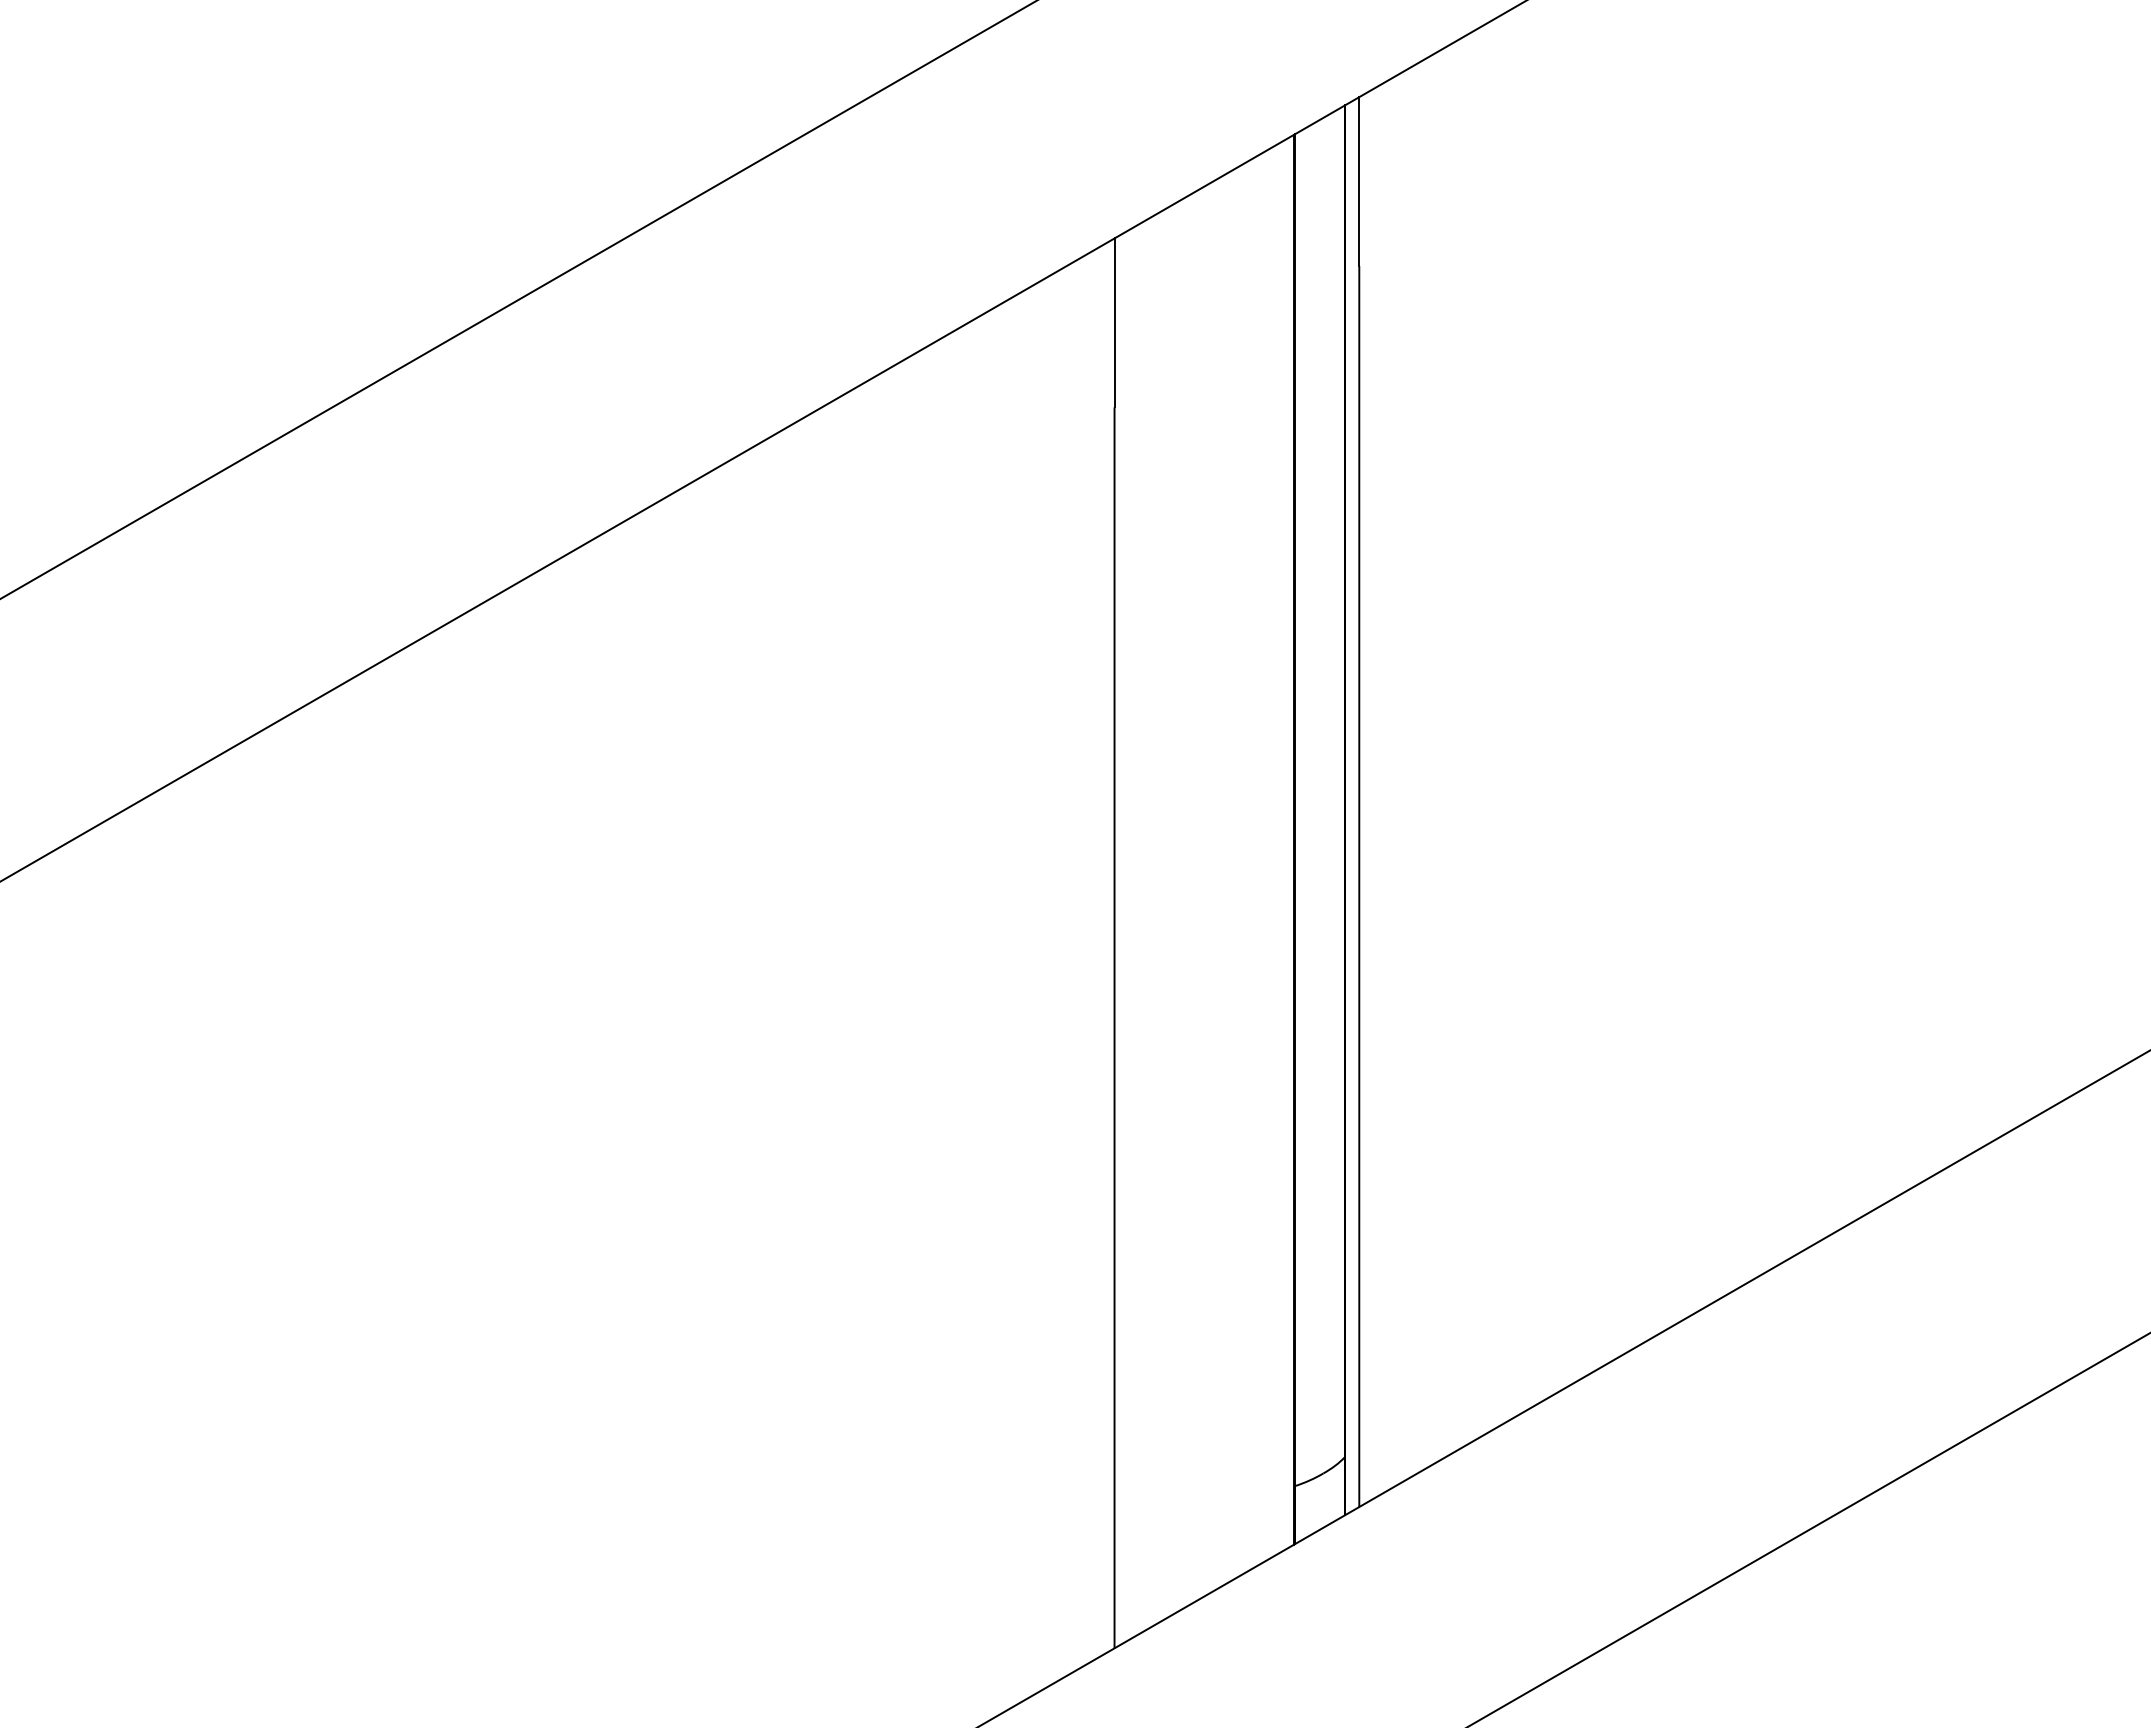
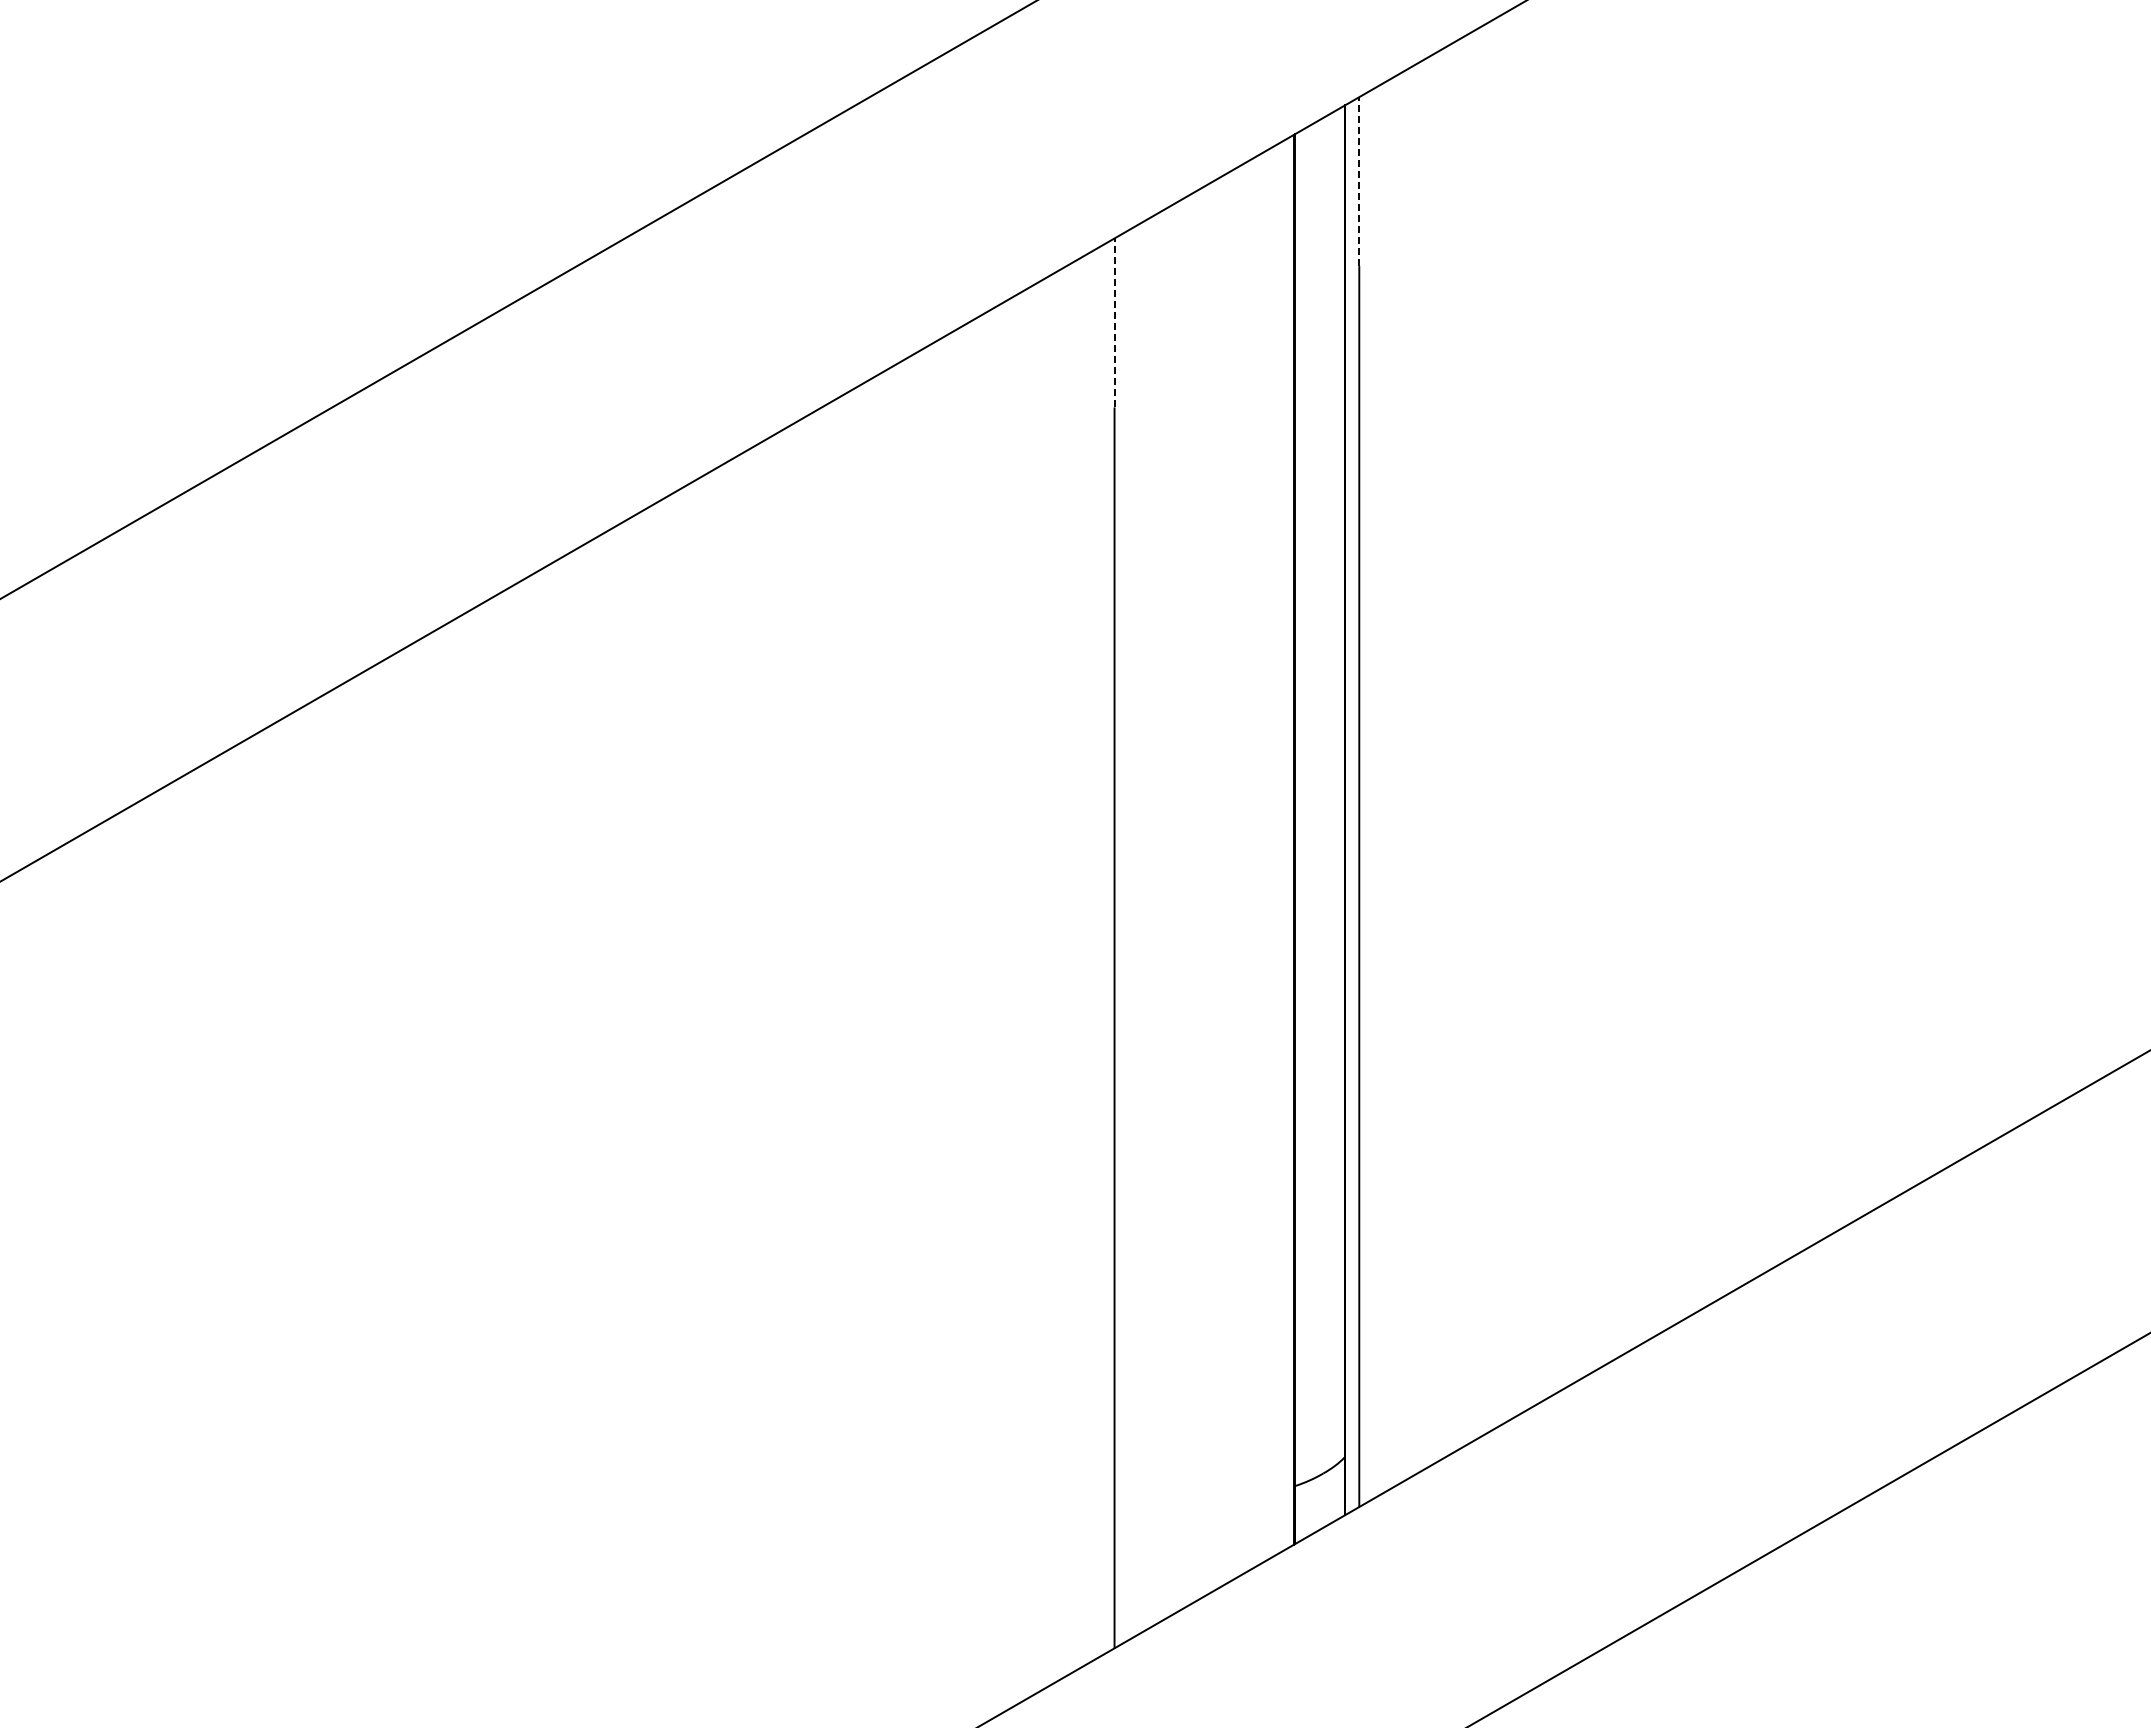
line at (1359, 181): solid -> dashed
line at (1114, 322): solid -> dashed
